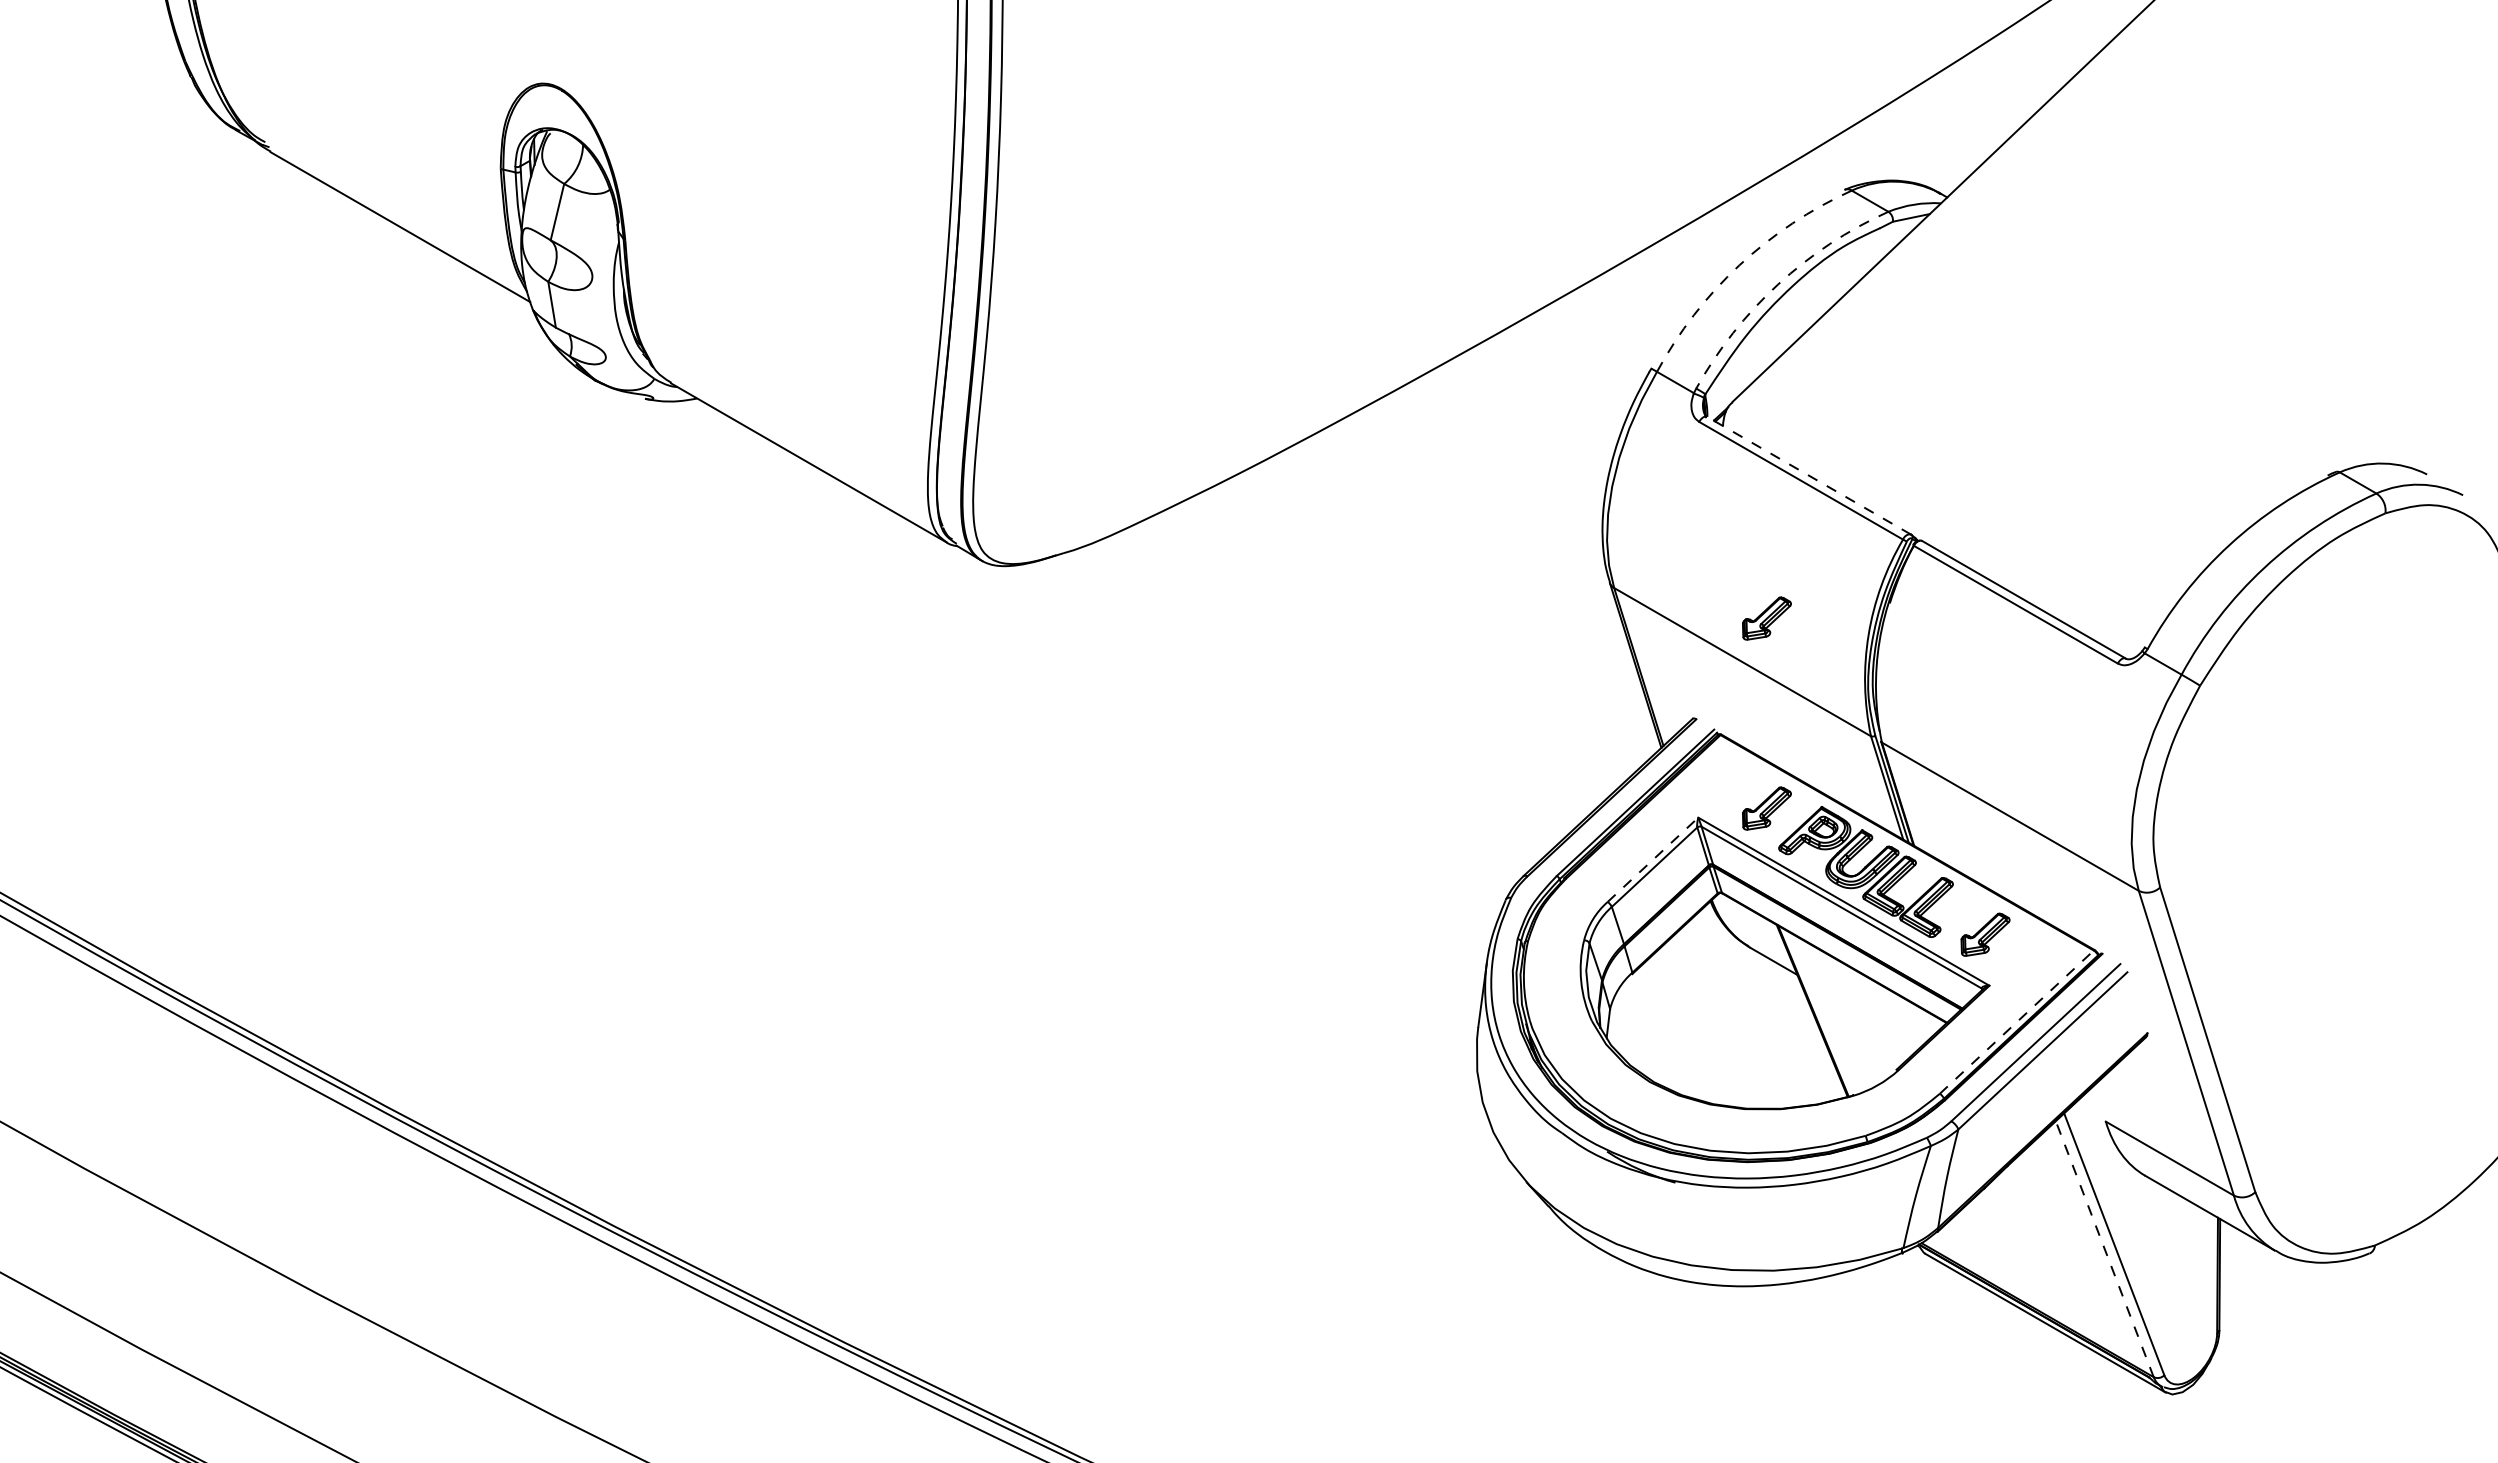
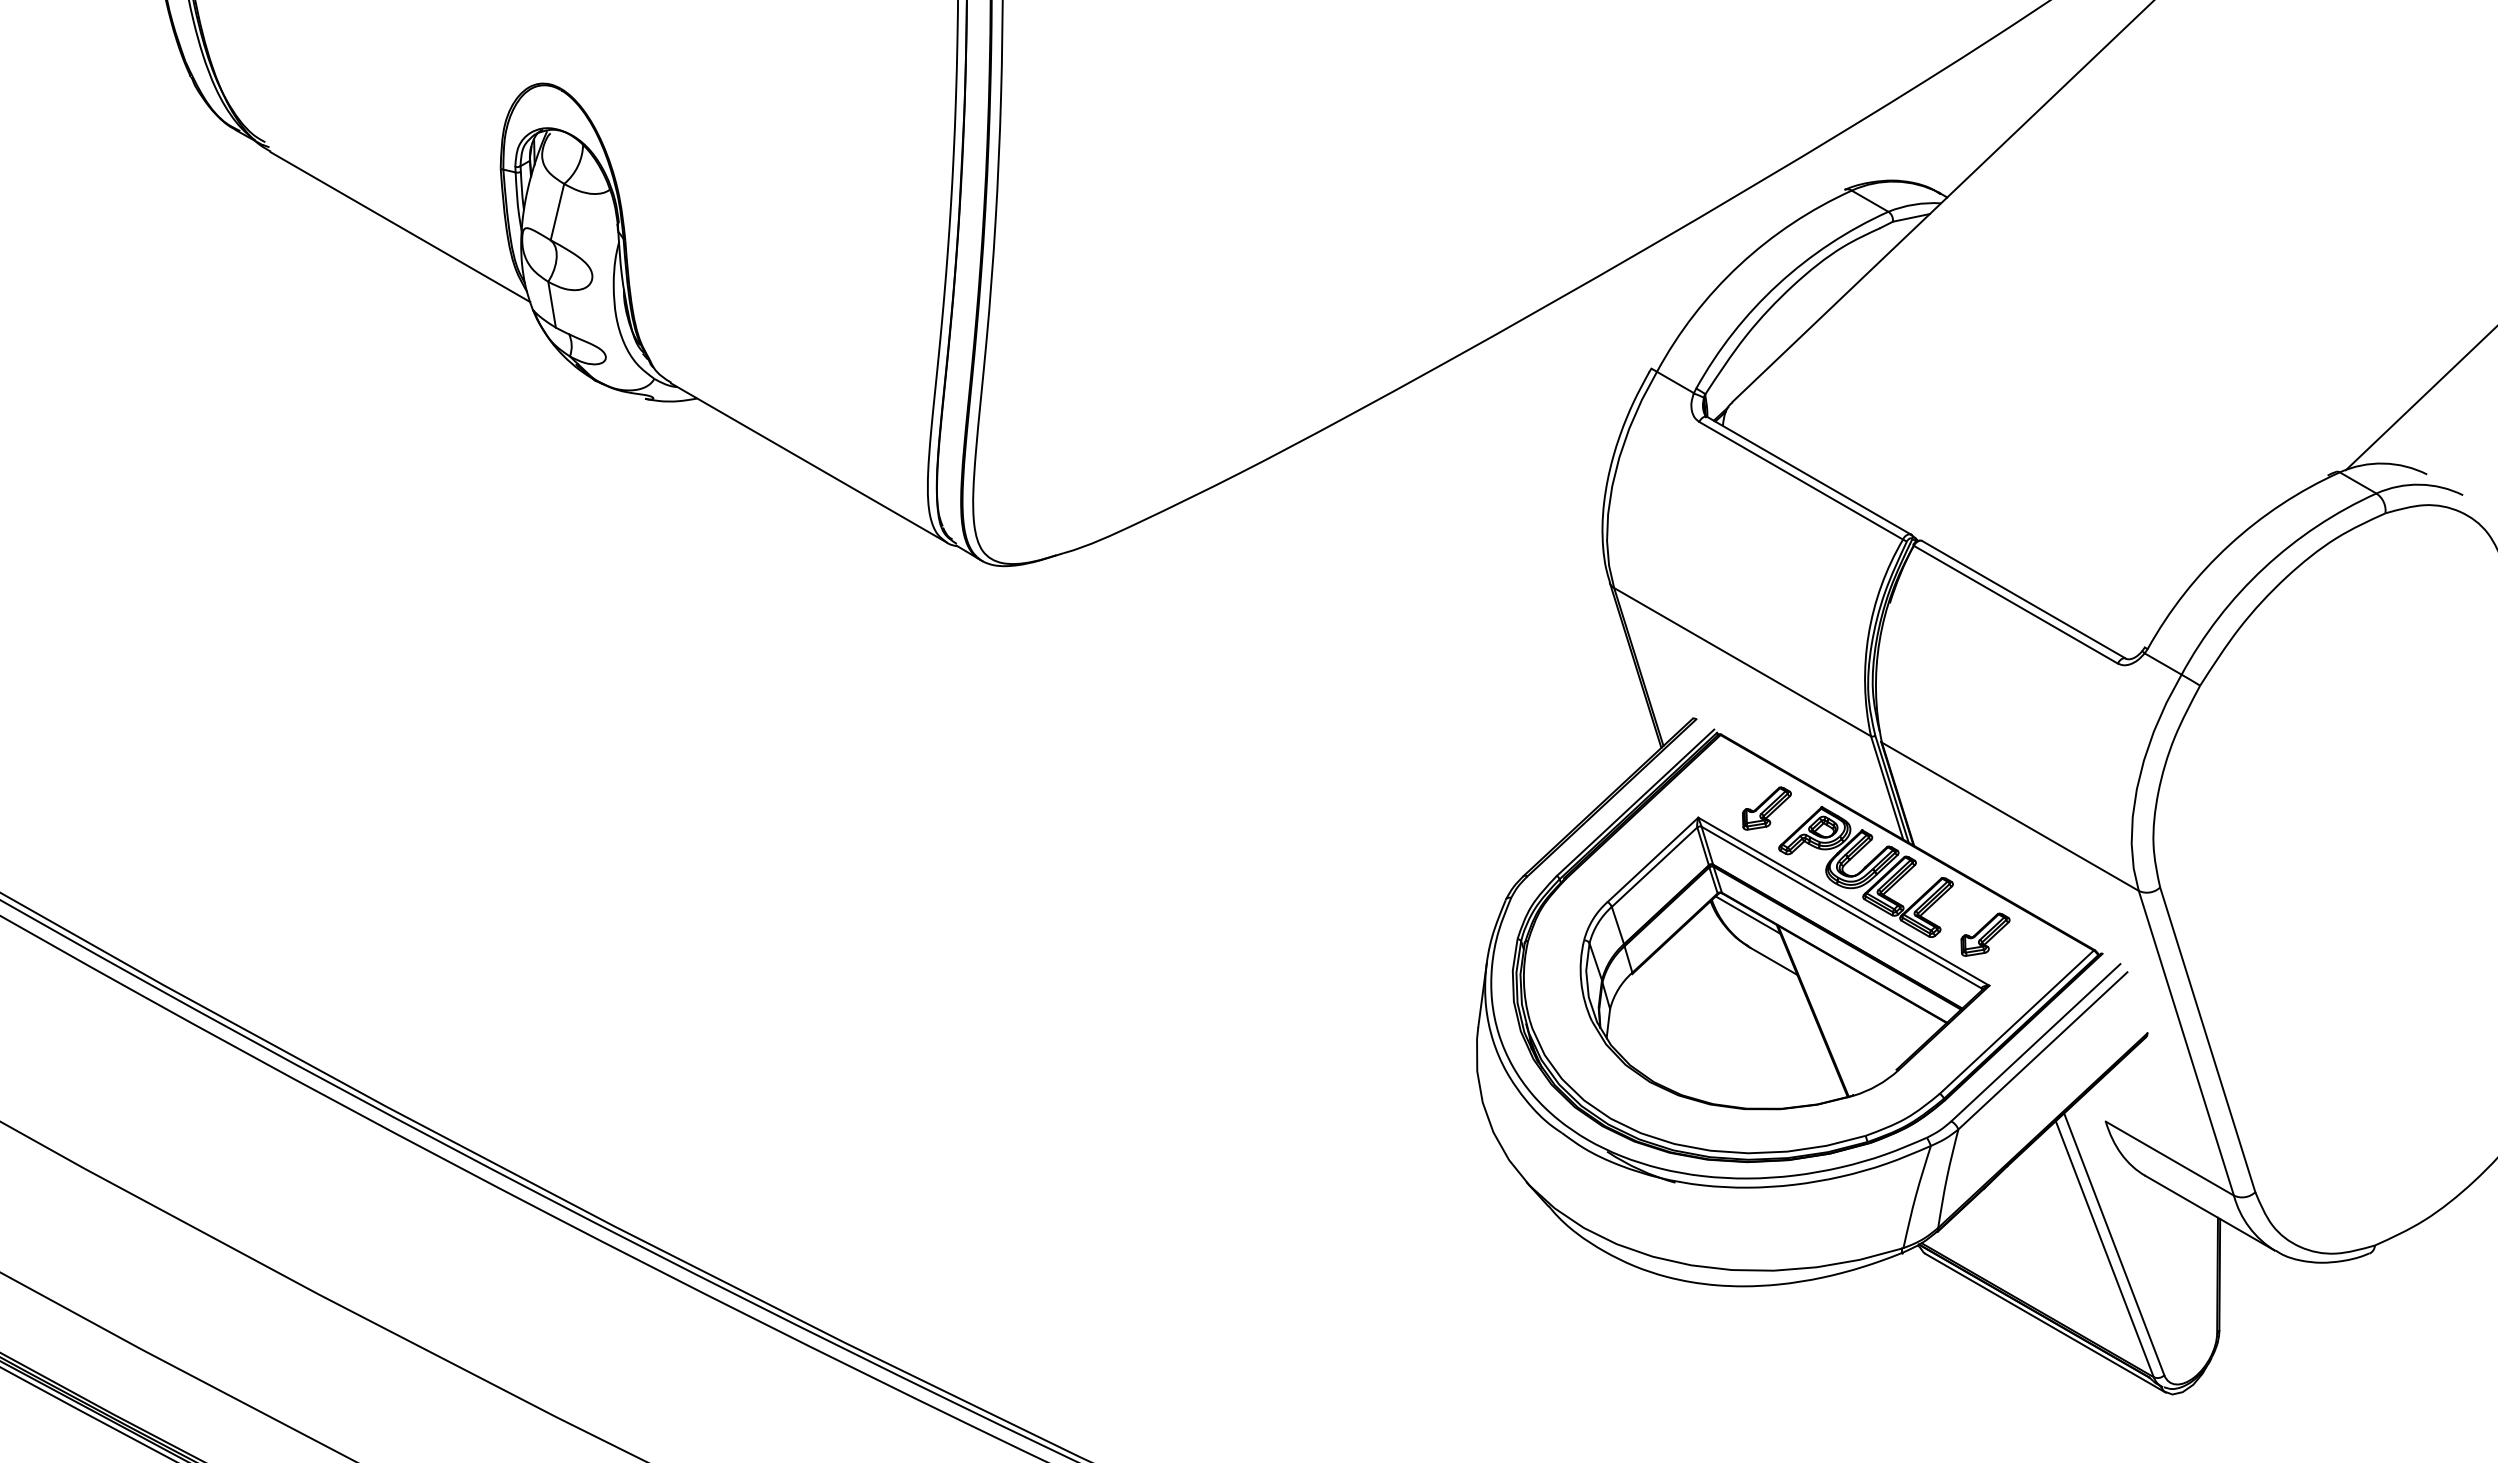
arc at (1739, 265): dashed -> solid
arc at (1778, 284): dashed -> solid
line at (2419, 399): none -> present
line at (1809, 475): dashed -> solid
part at (1766, 618): present -> none
line at (1652, 859): dashed -> solid
line at (1747, 914): none -> present
line at (2017, 1021): dashed -> solid
line at (2104, 1248): dashed -> solid
